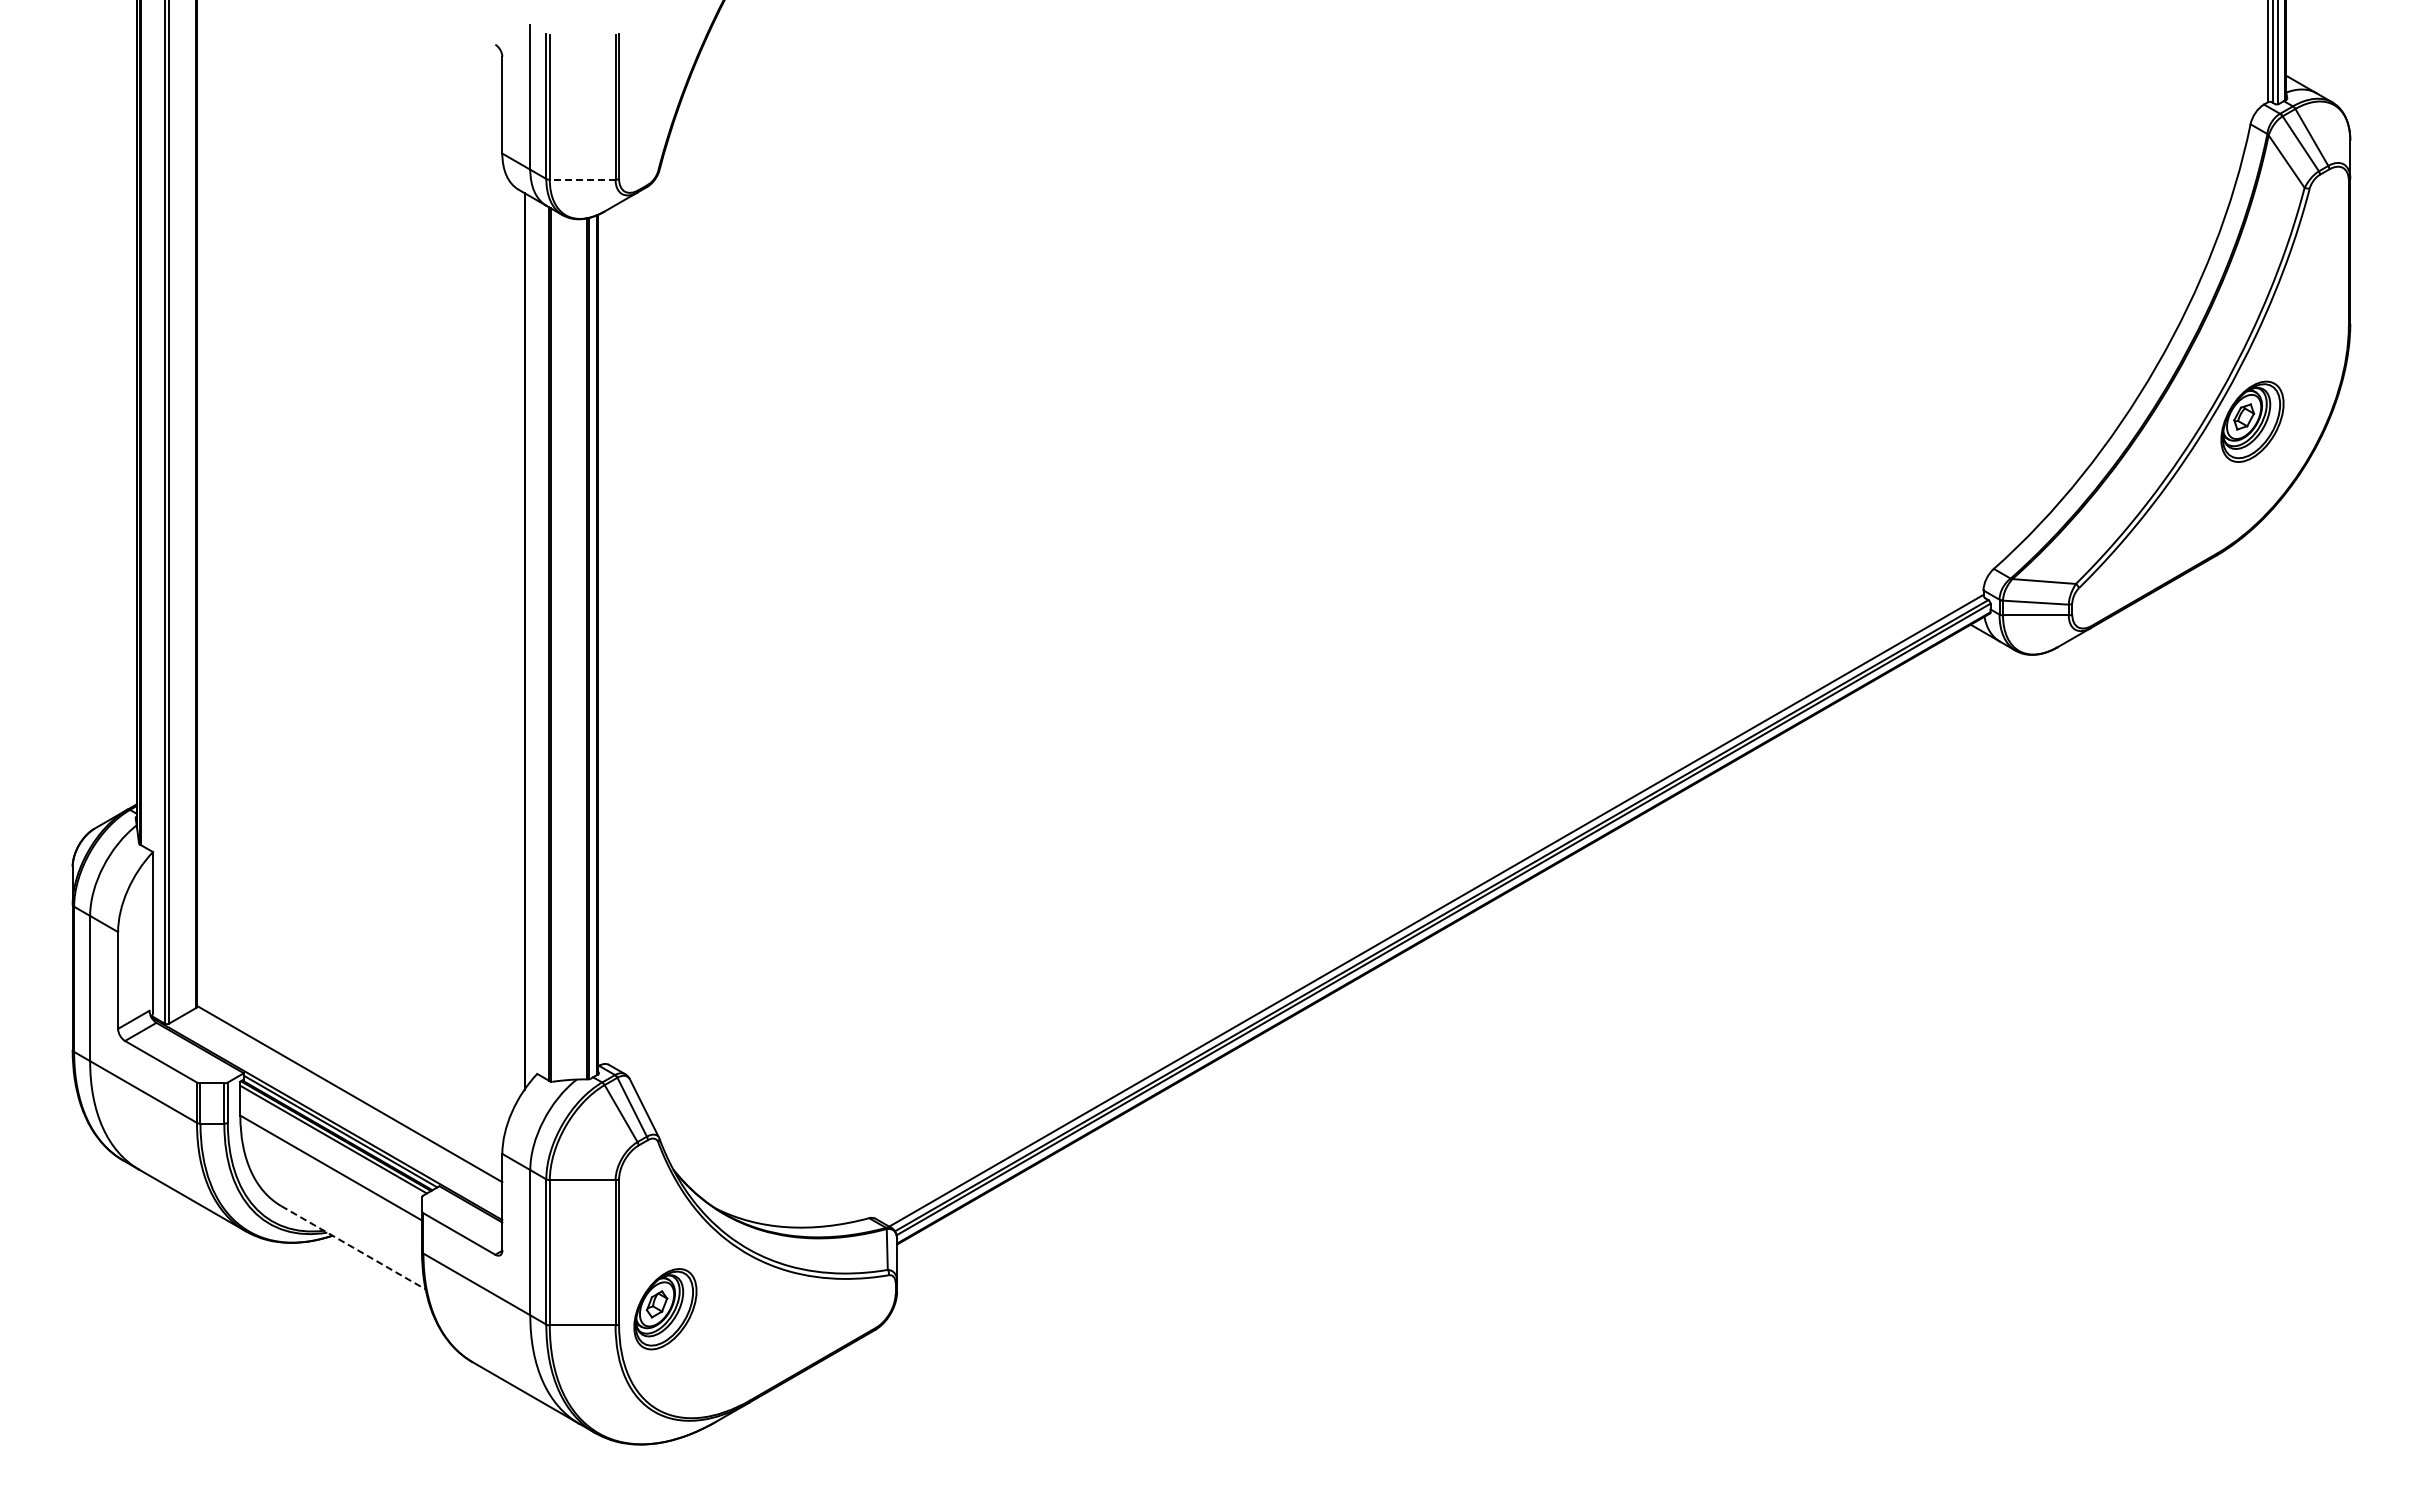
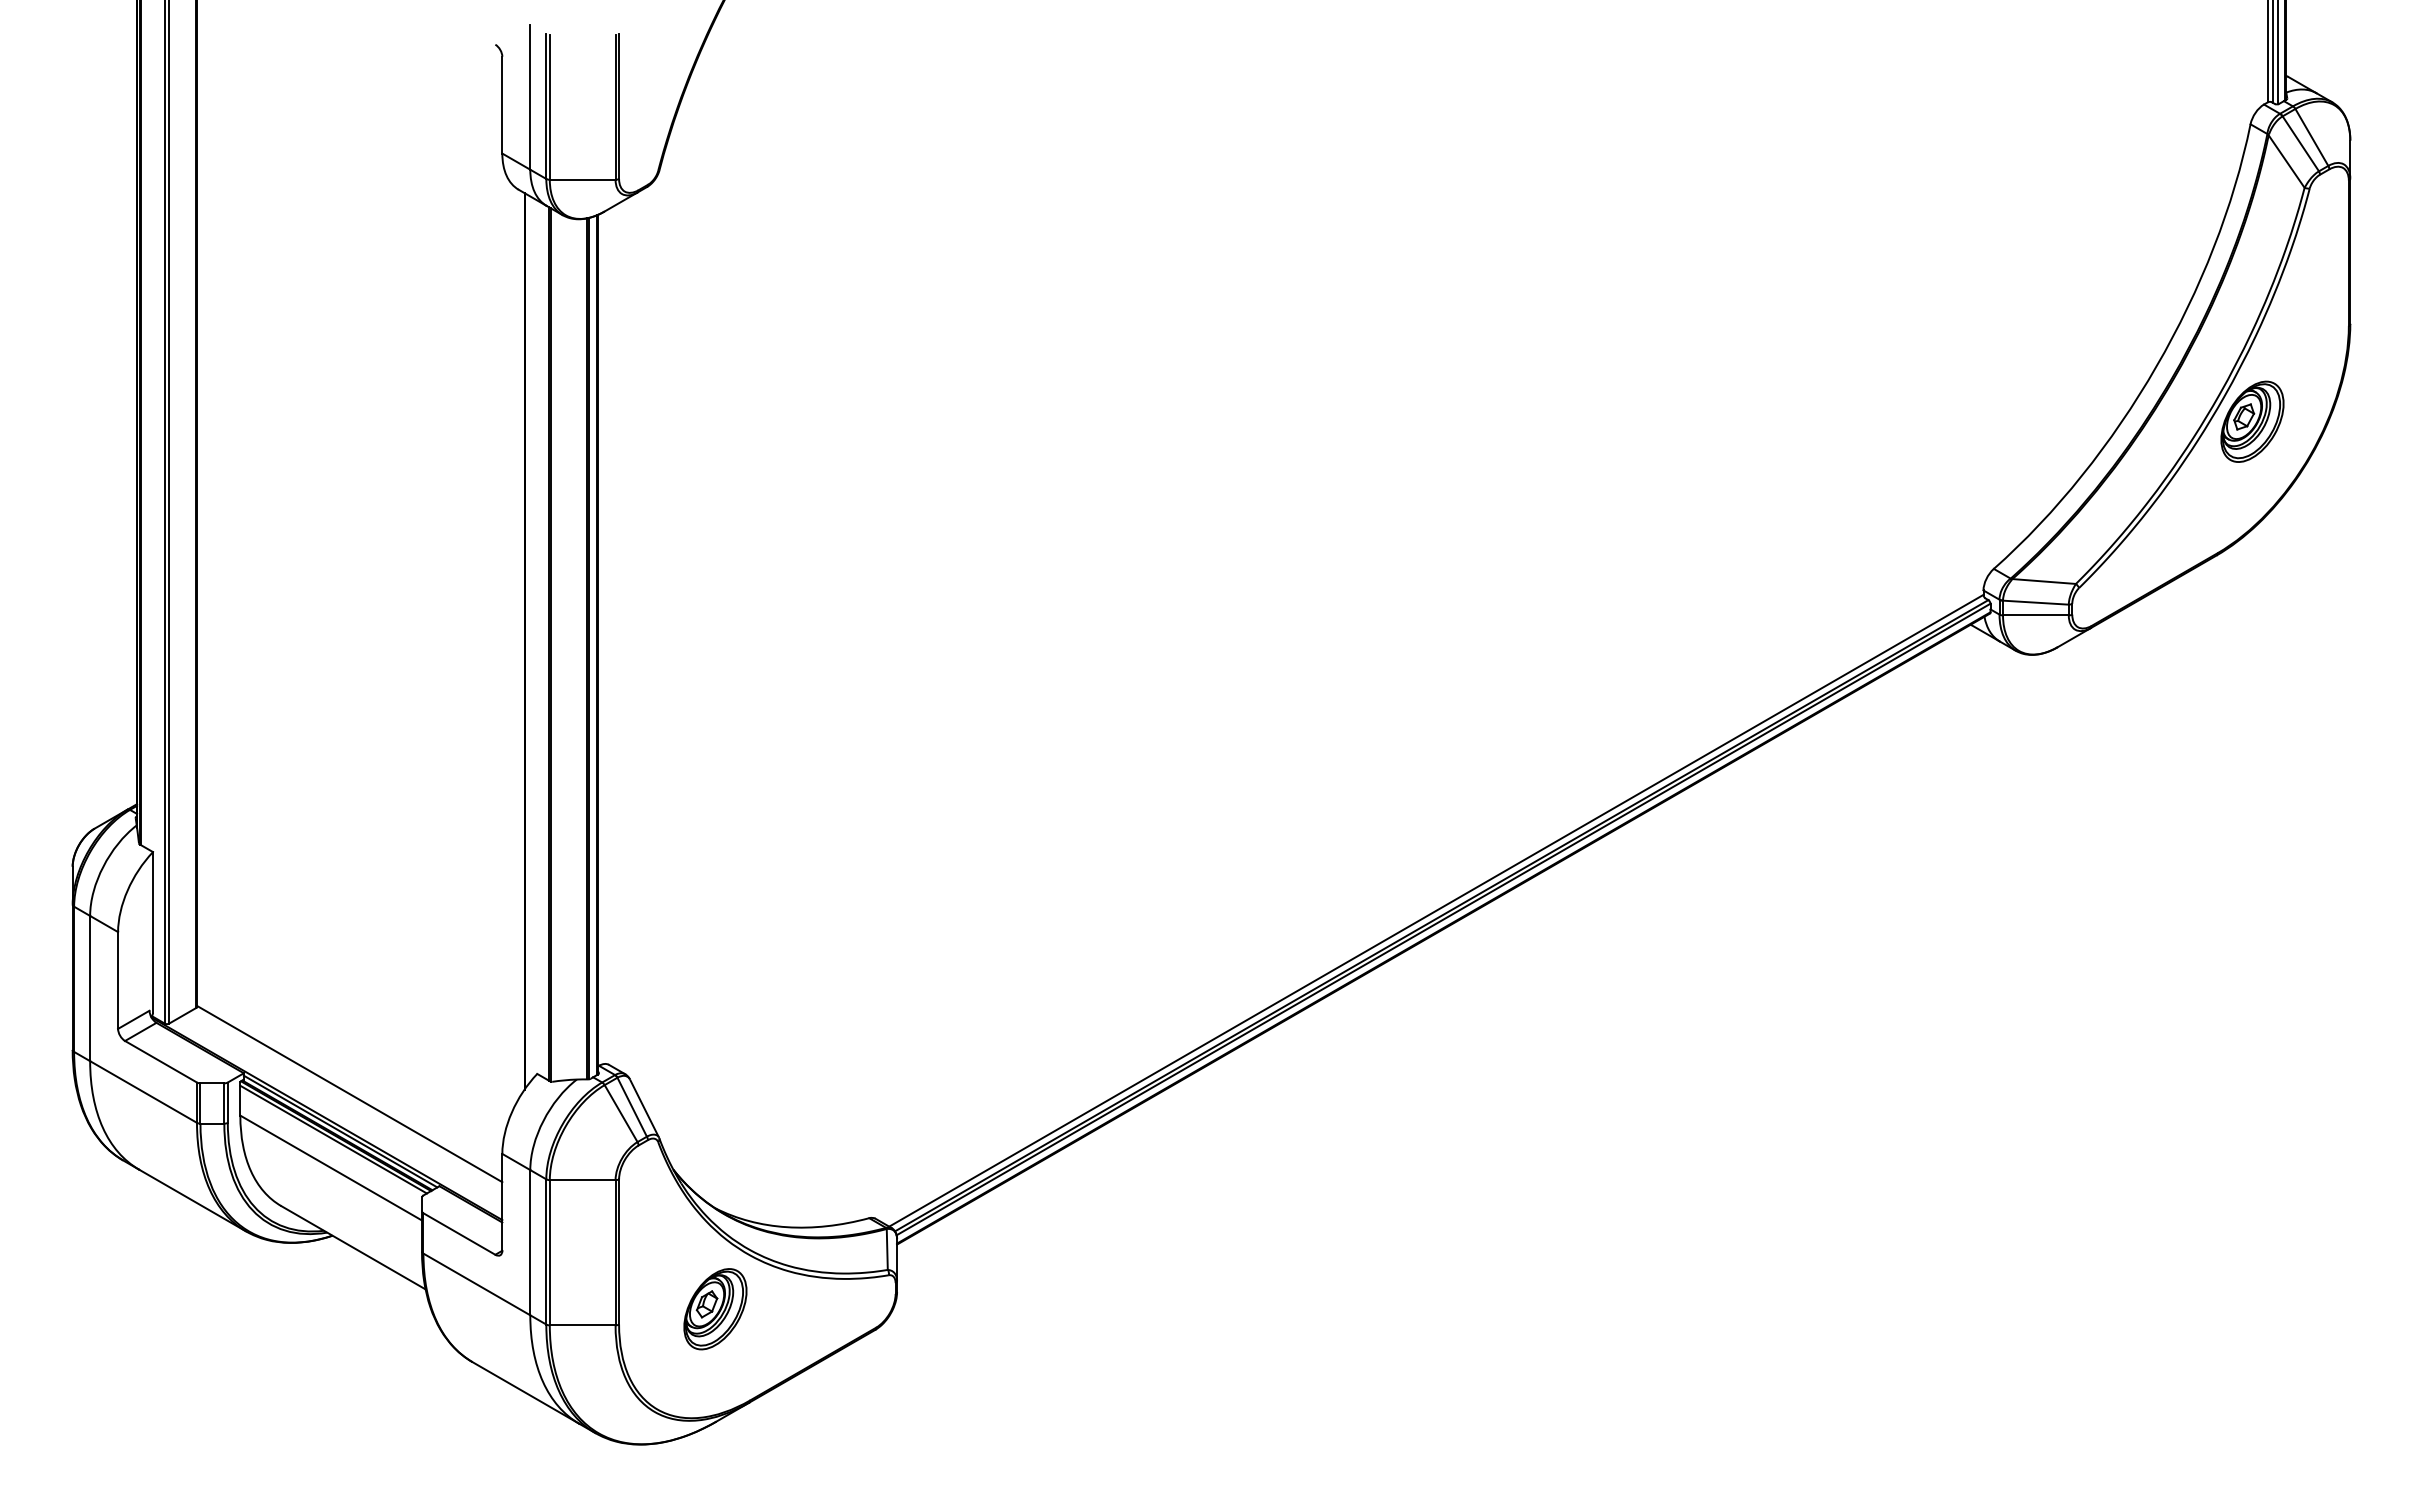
line at (582, 179): dashed -> solid
line at (353, 1247): dashed -> solid
part at (665, 1309) position: (665, 1309) -> (715, 1309)
